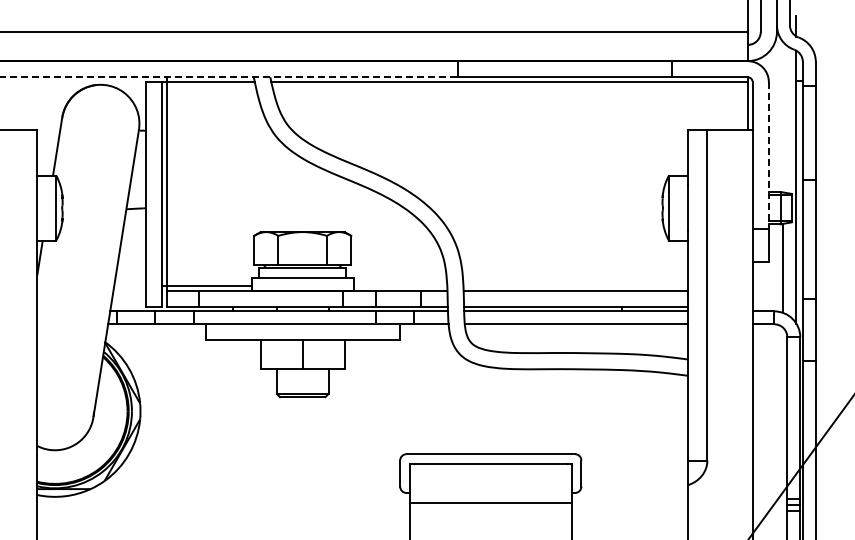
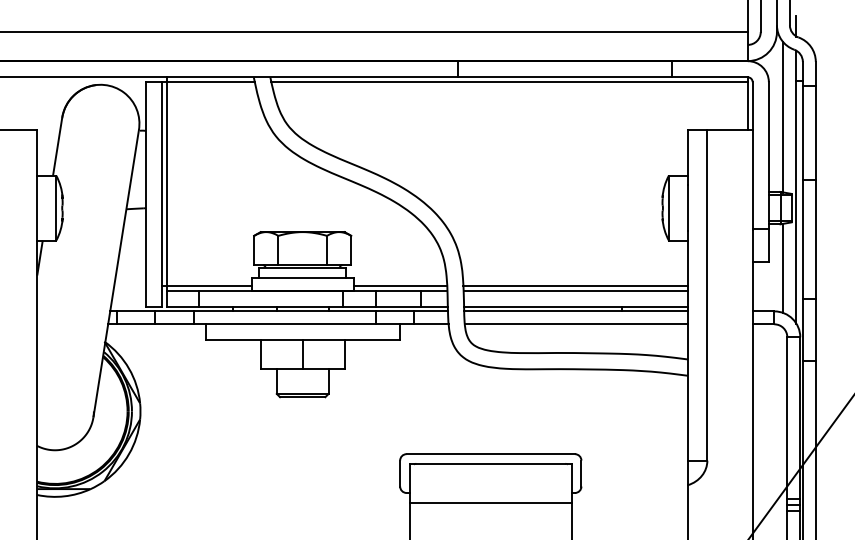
line at (229, 77): dashed -> solid
line at (783, 117): none -> present
line at (768, 155): dashed -> solid
line at (400, 286): none -> present
line at (575, 286): none -> present
